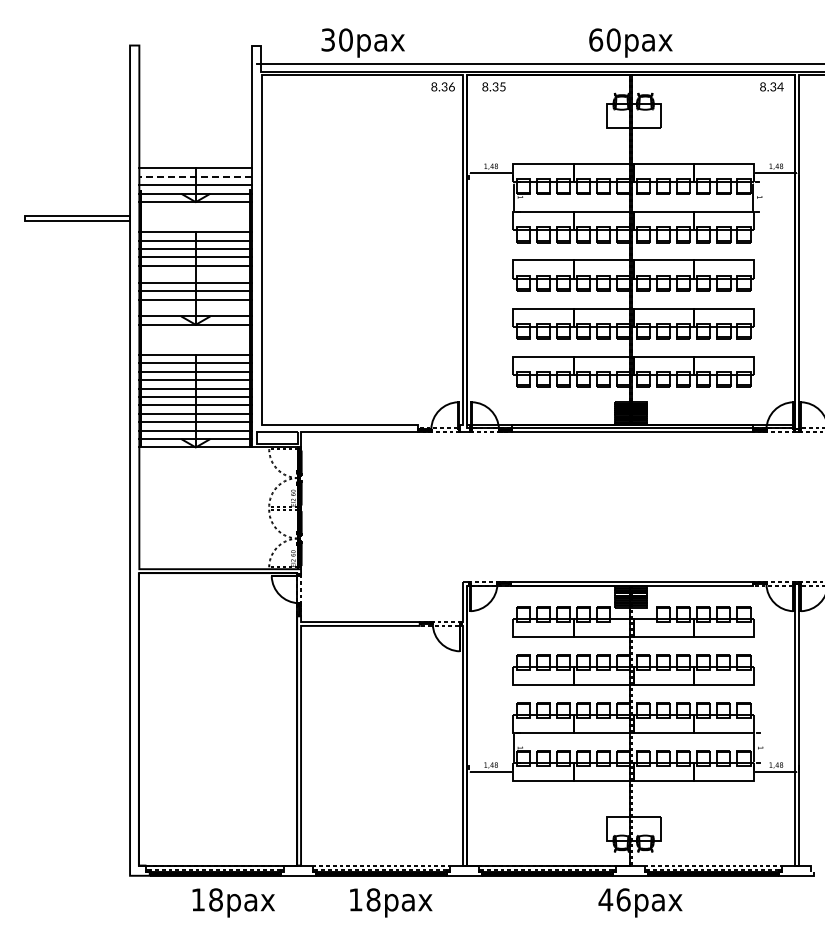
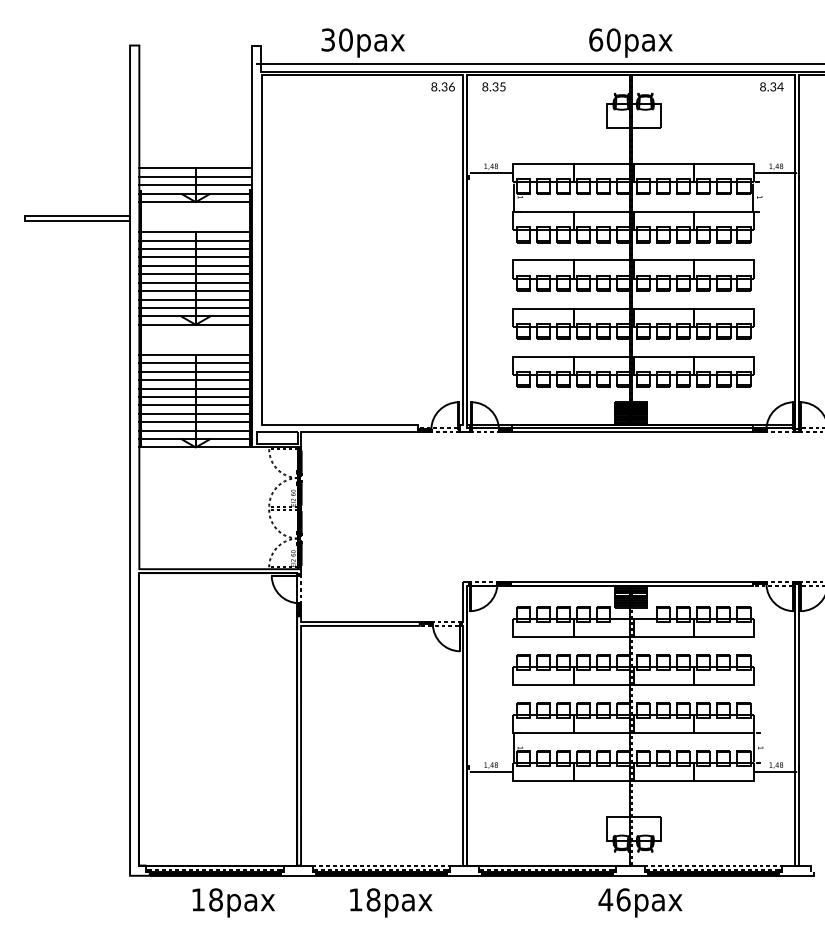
line at (195, 176): dashed -> solid
line at (195, 274): none -> present
line at (195, 307): none -> present
